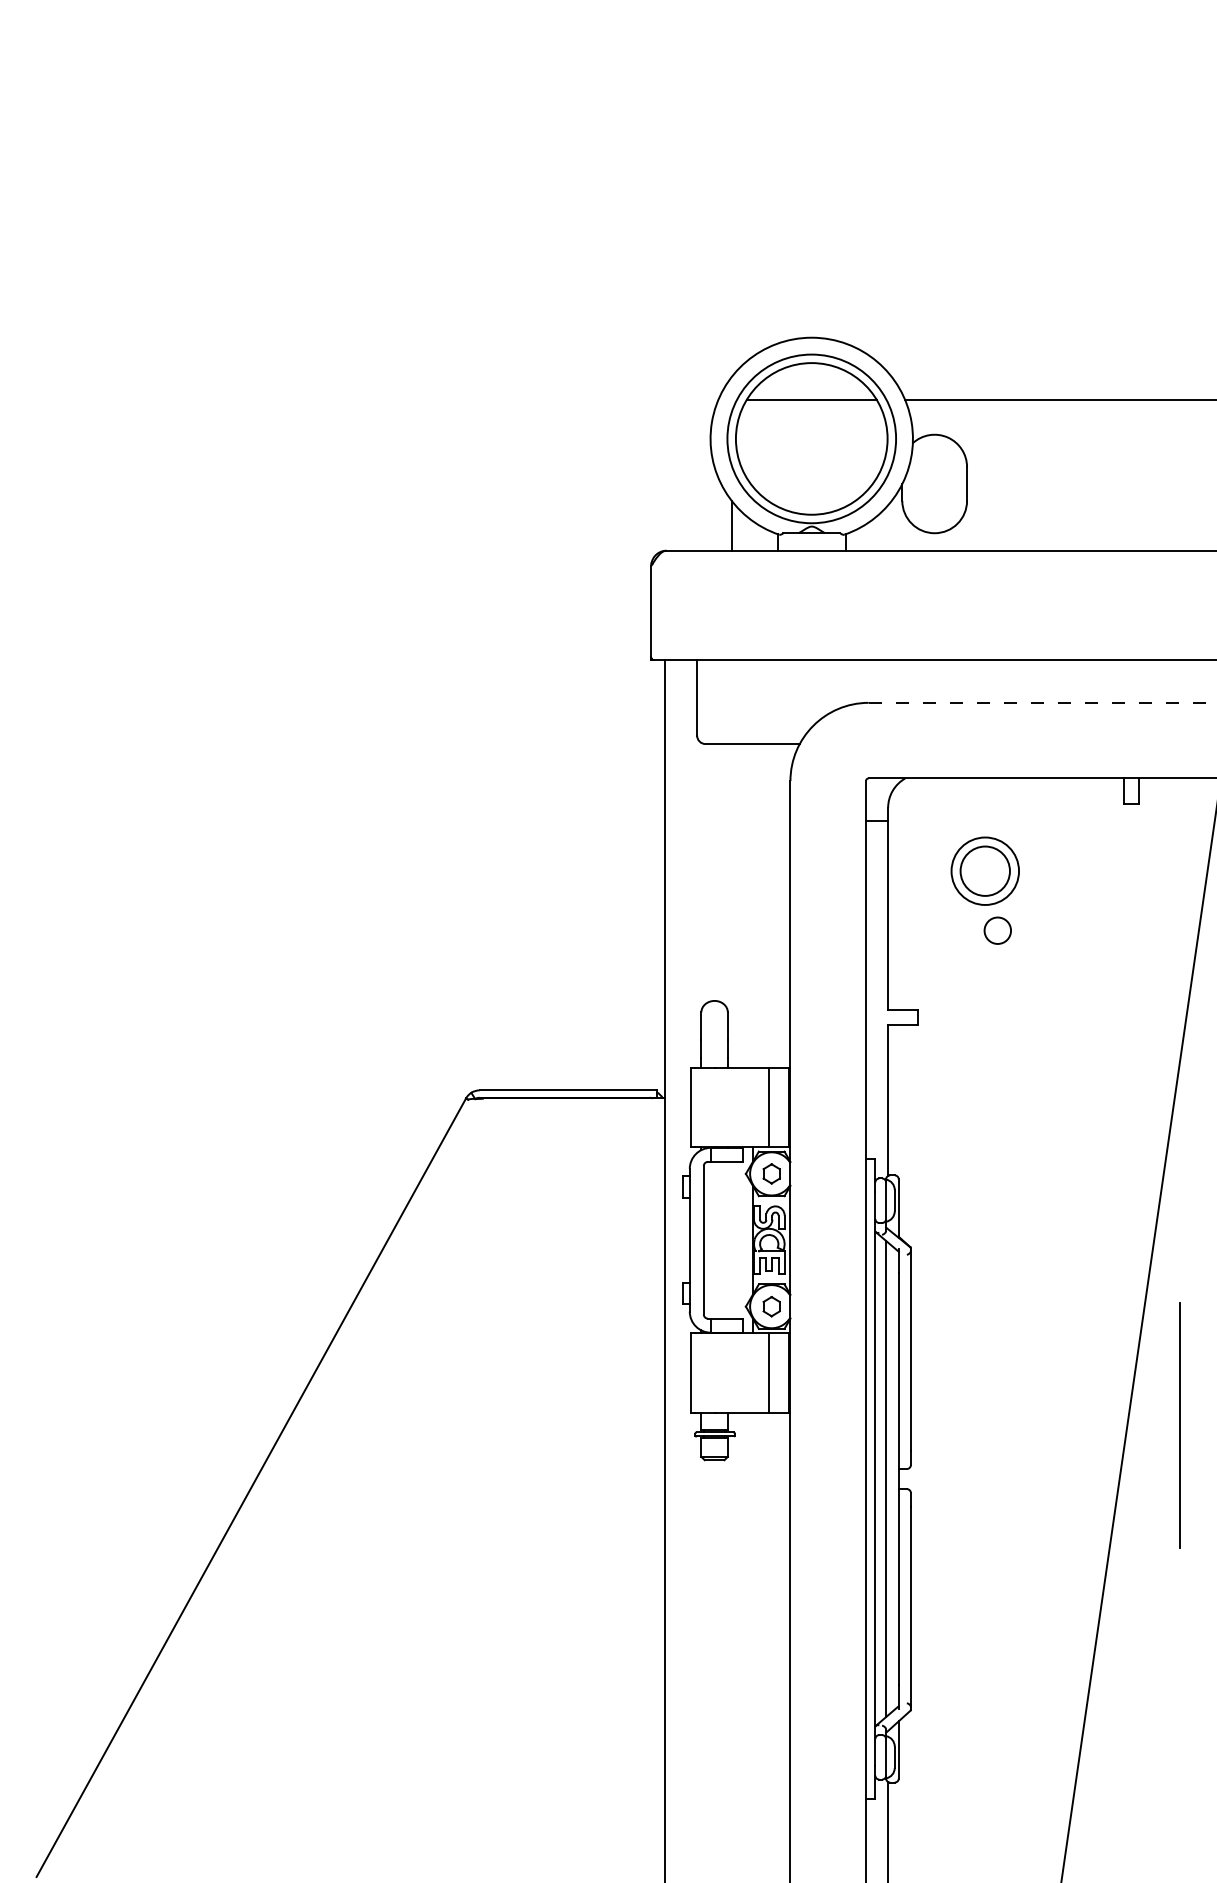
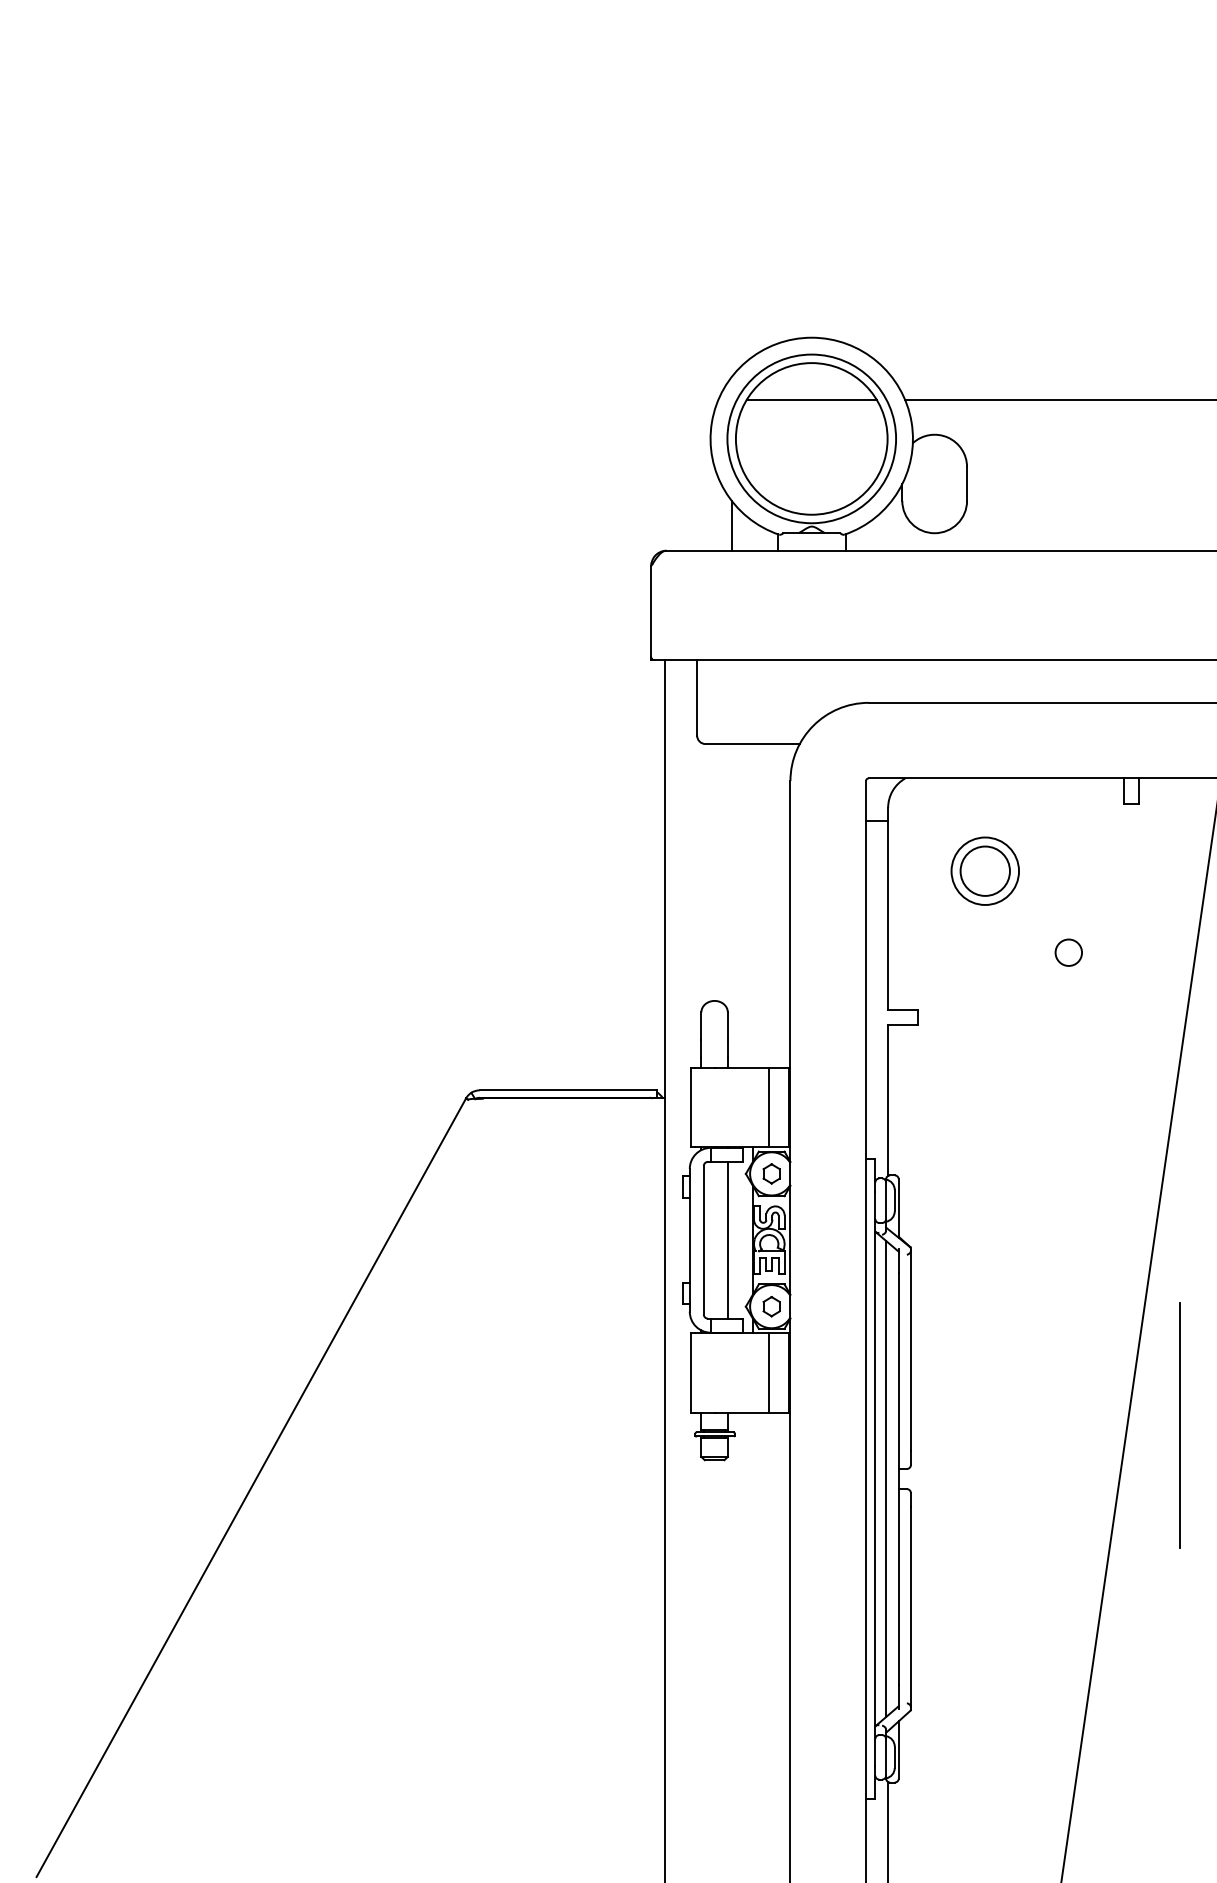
line at (1042, 702): dashed -> solid
circle at (997, 930) position: (997, 930) -> (1068, 952)
line at (727, 1239): none -> present
